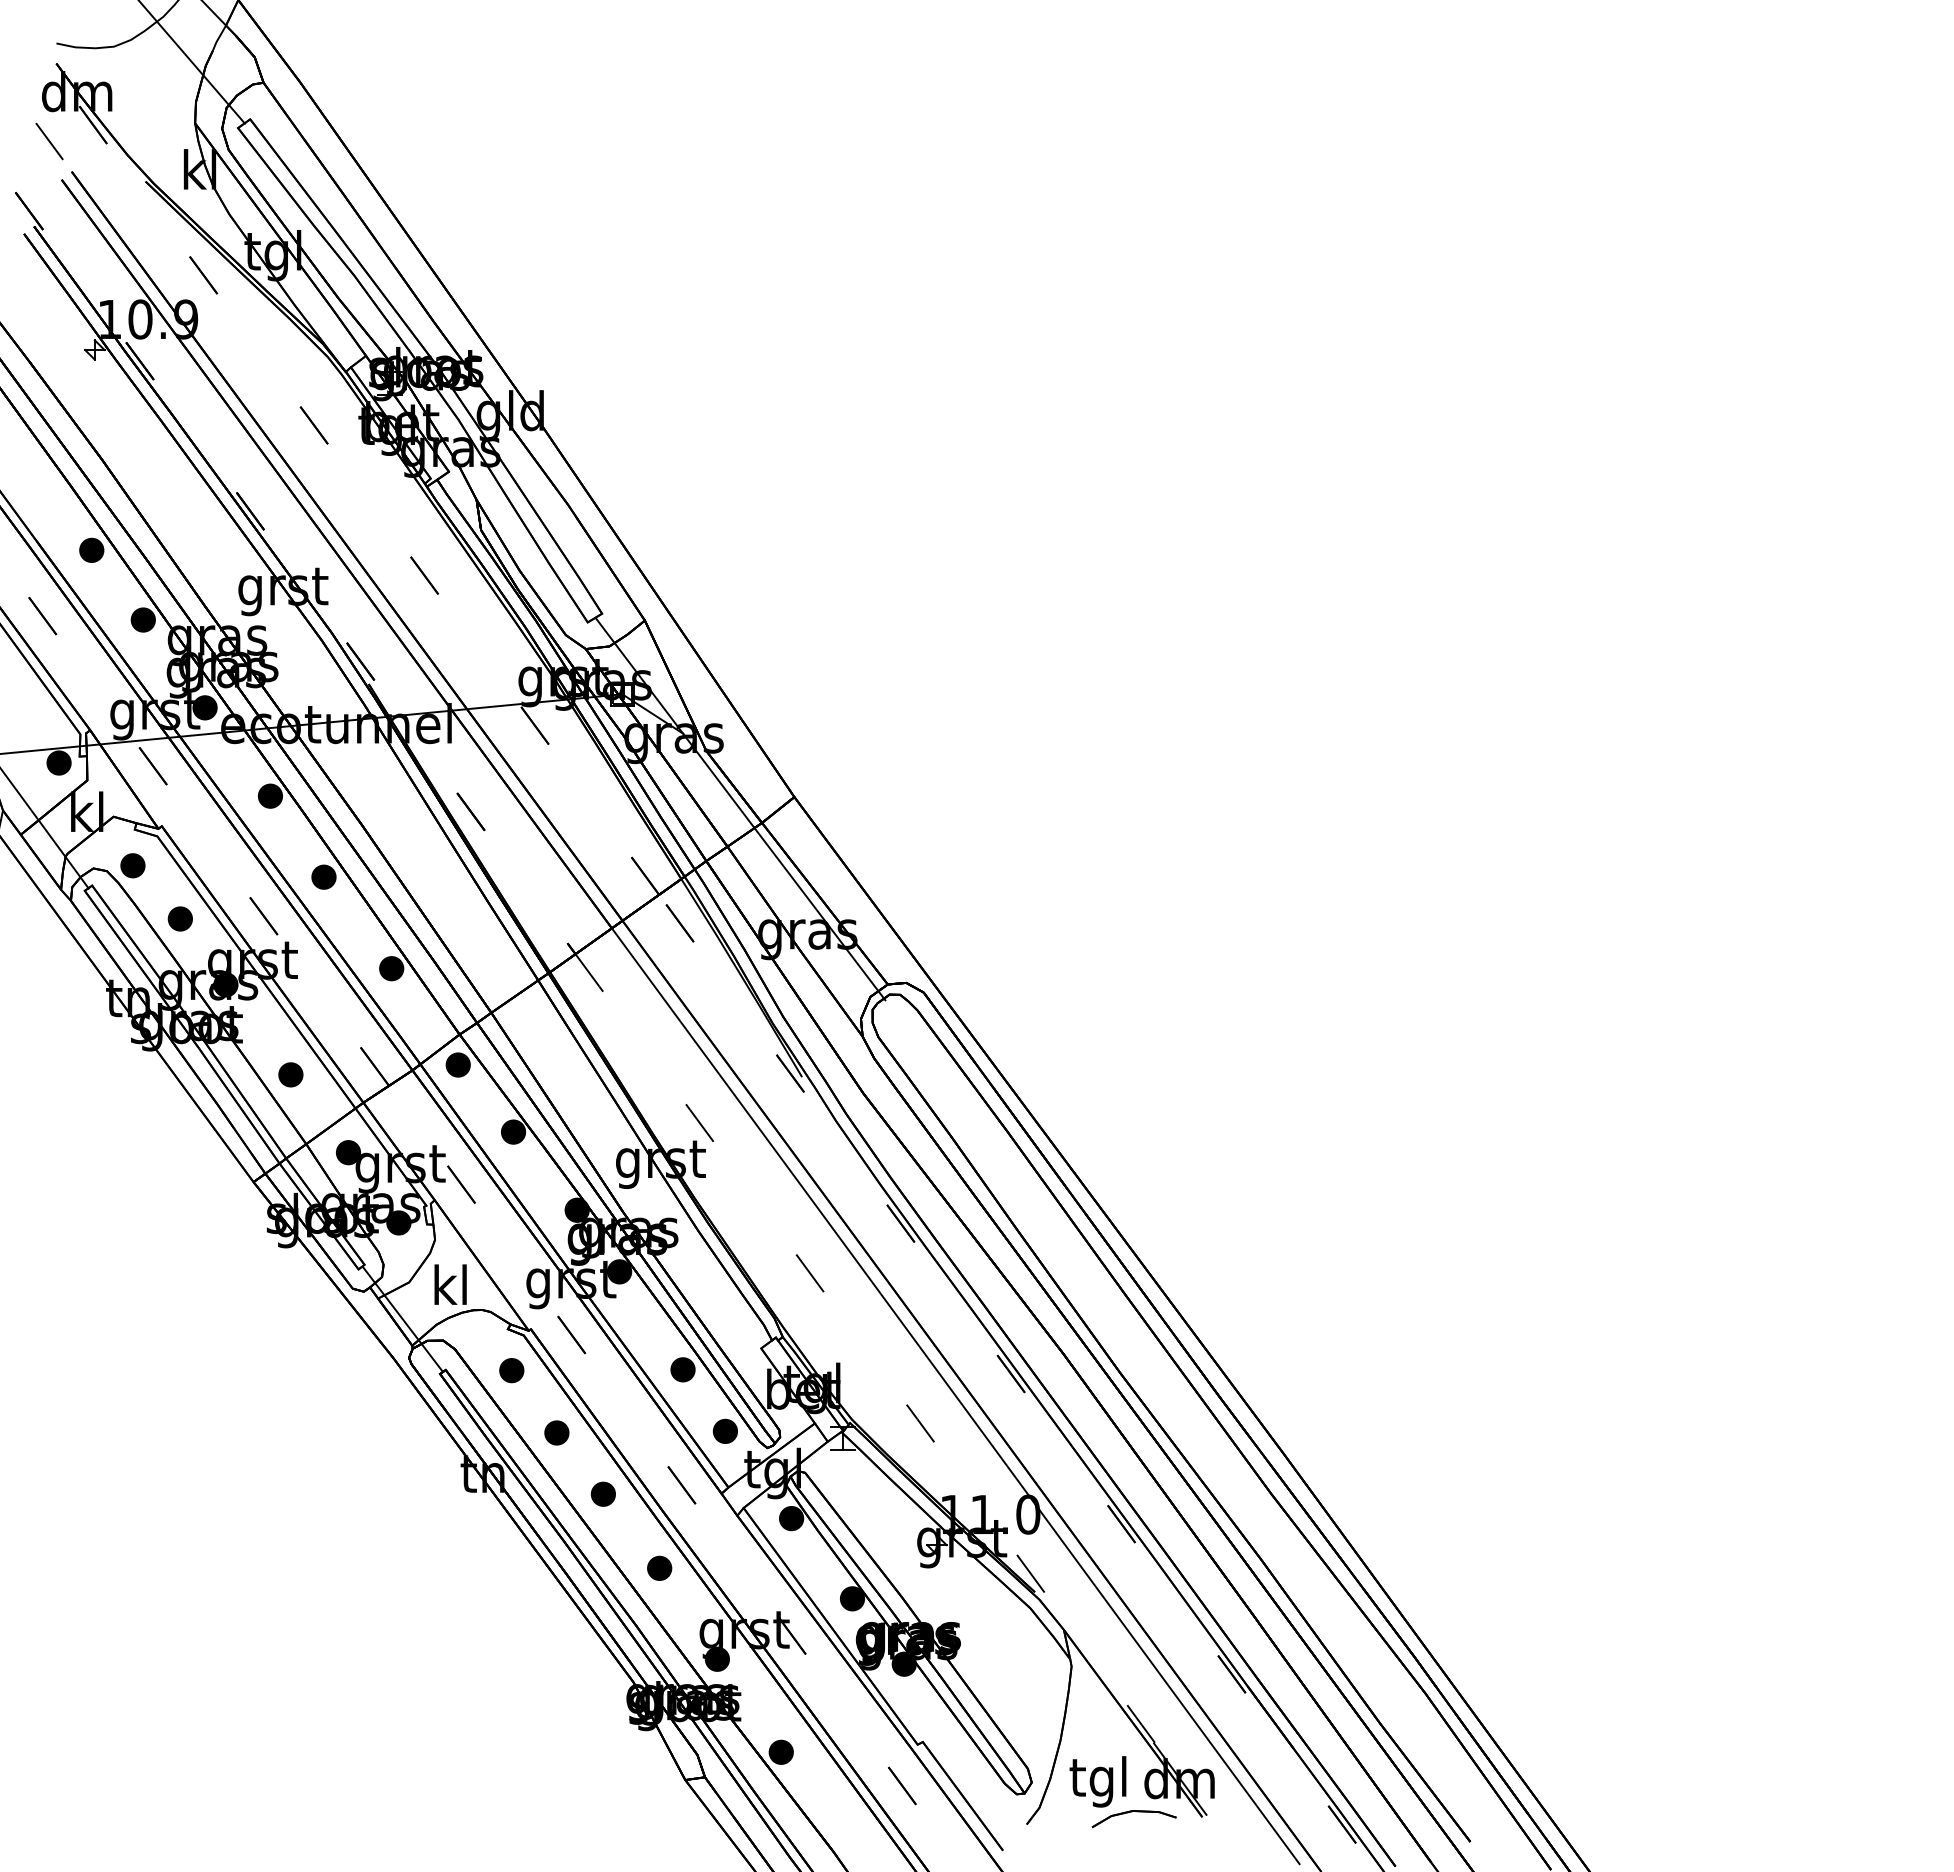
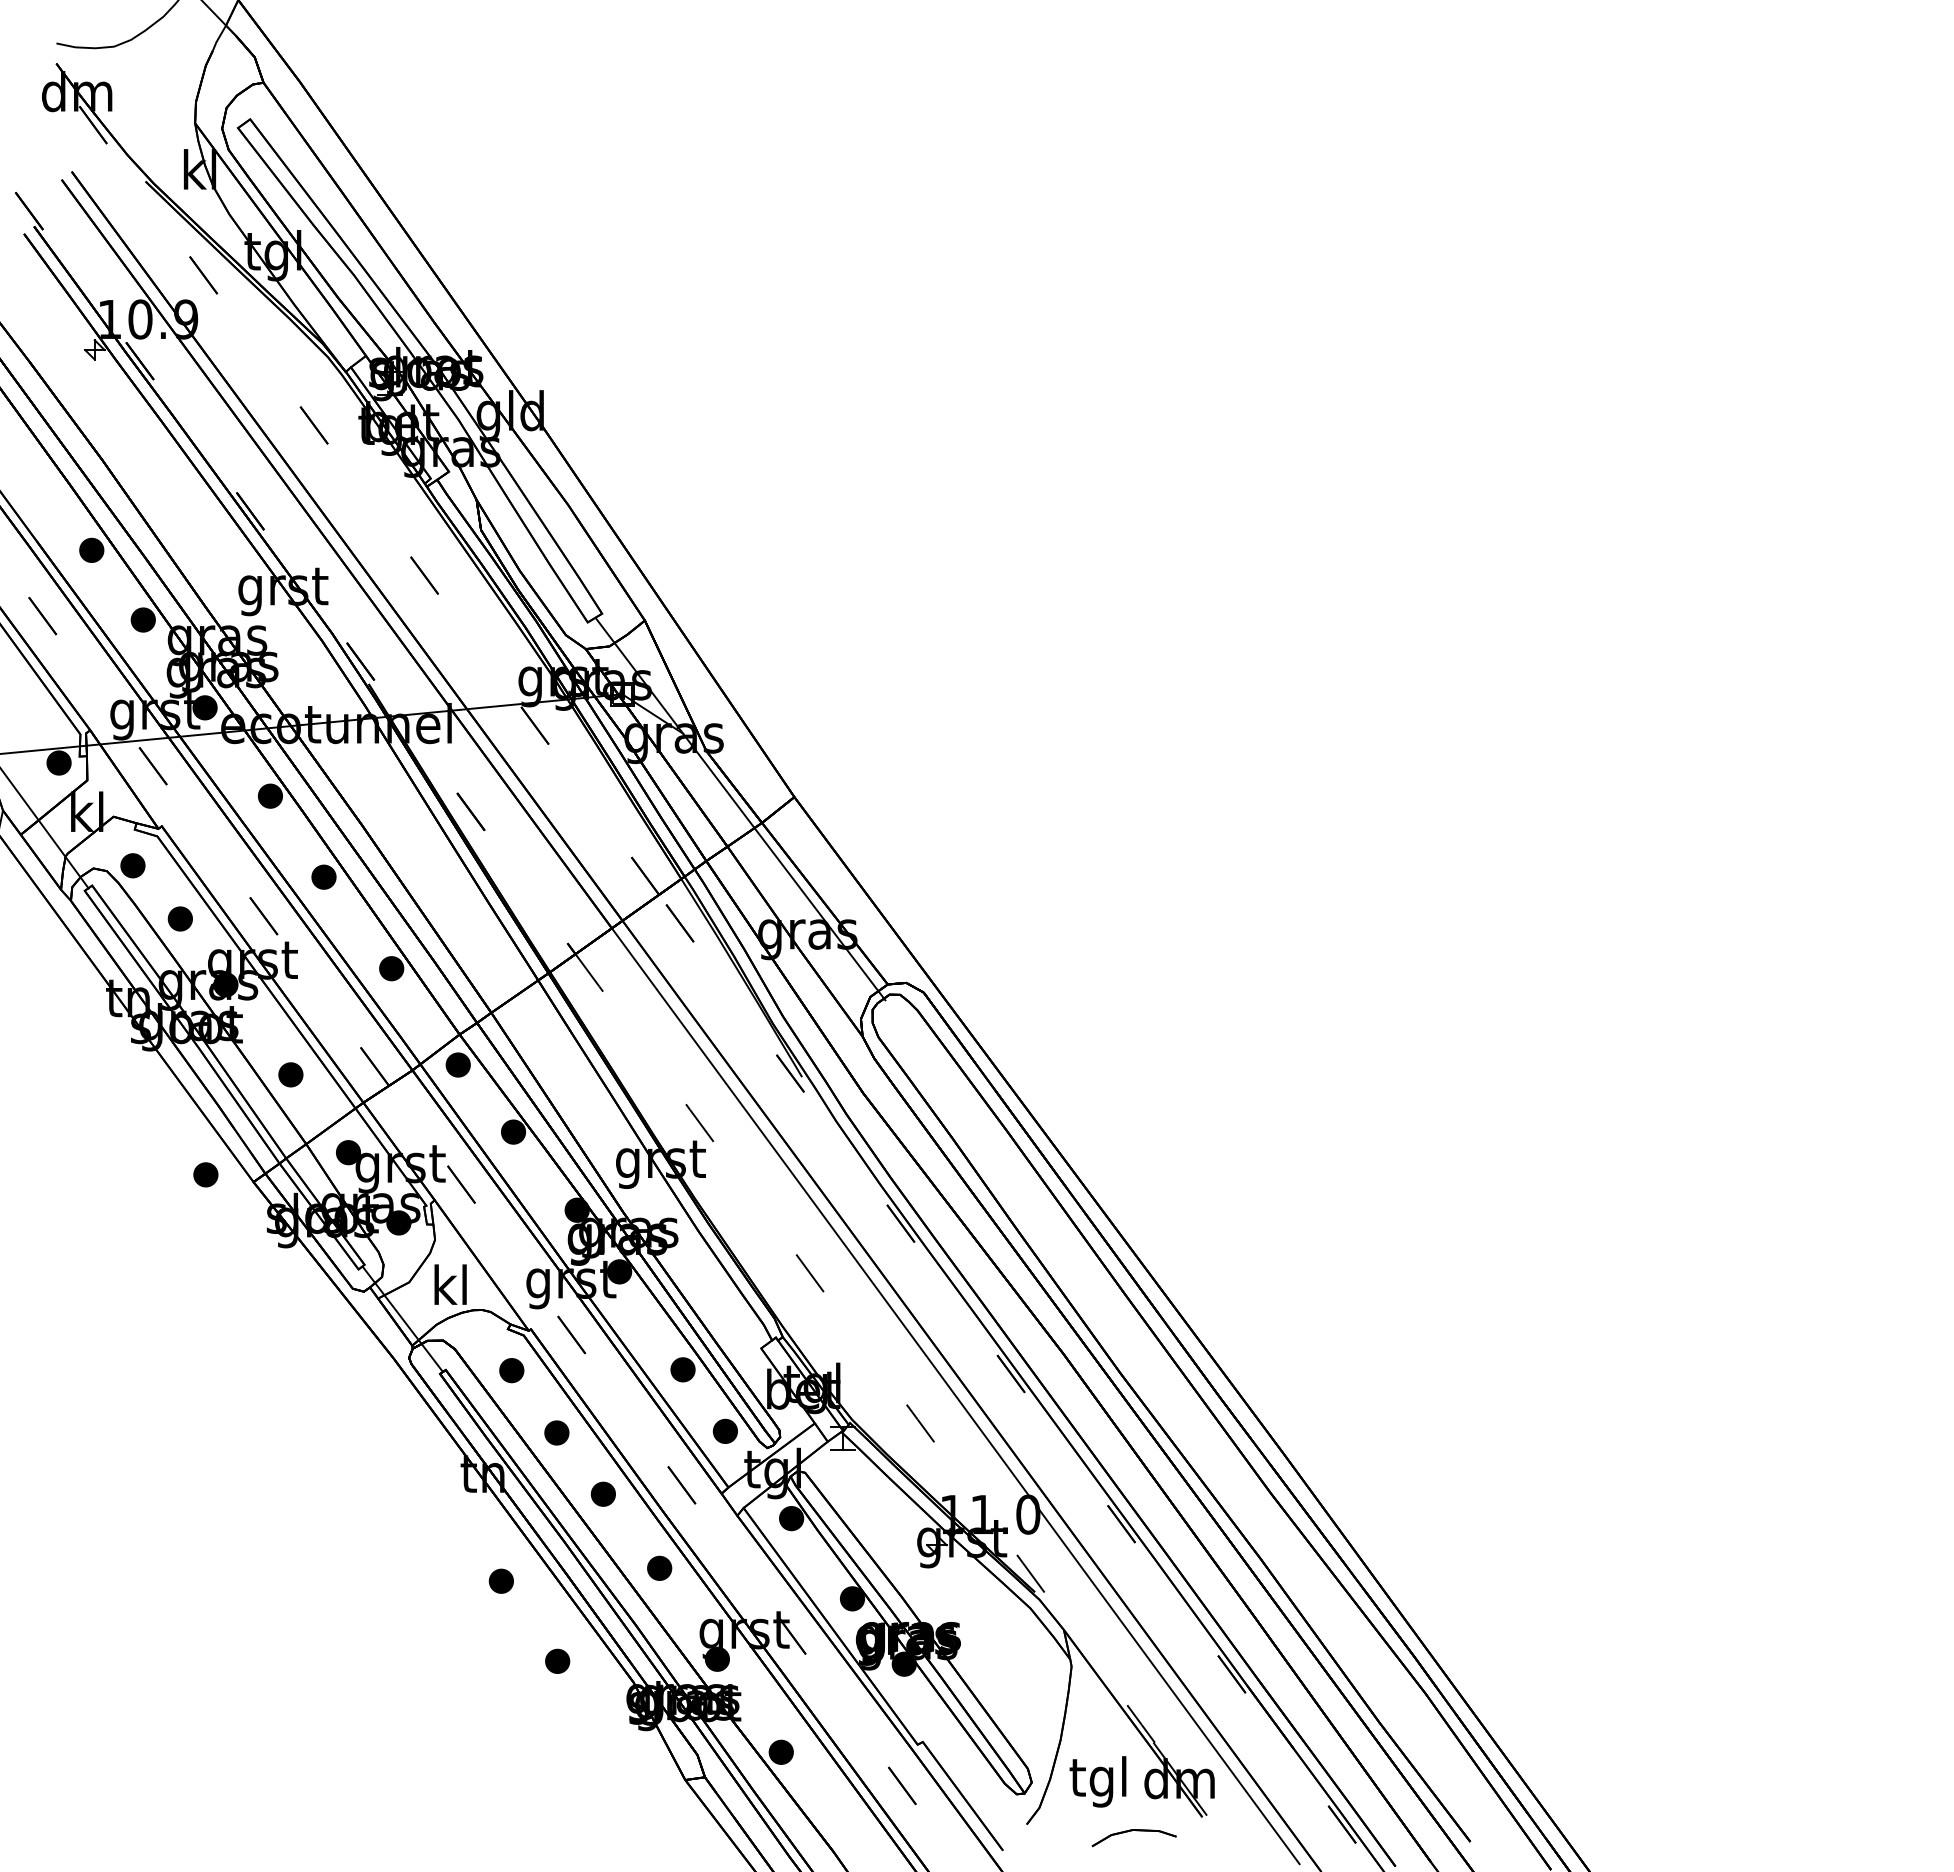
line at (192, 62): present -> none
line at (49, 141): present -> none
part at (205, 1174): none -> present
part at (500, 1580): none -> present
part at (557, 1660): none -> present
part at (1132, 1812) position: (1132, 1812) -> (1132, 1831)
